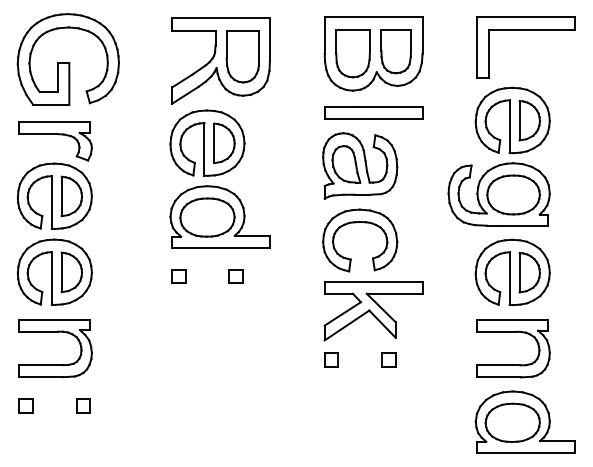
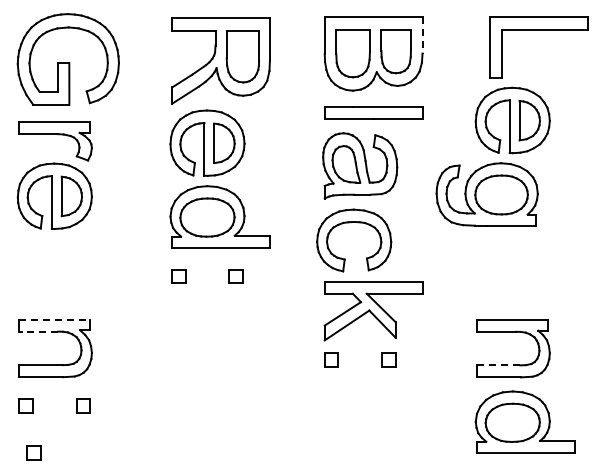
part at (525, 30) position: (525, 30) -> (538, 30)
line at (422, 35): solid -> dashed
part at (498, 194) position: (498, 194) -> (486, 194)
part at (364, 223) position: (364, 223) -> (358, 223)
part at (54, 271): present -> none
part at (512, 272): present -> none
line at (55, 319): solid -> dashed
line at (38, 331): solid -> dashed
line at (498, 365): solid -> dashed
part at (33, 452): none -> present
